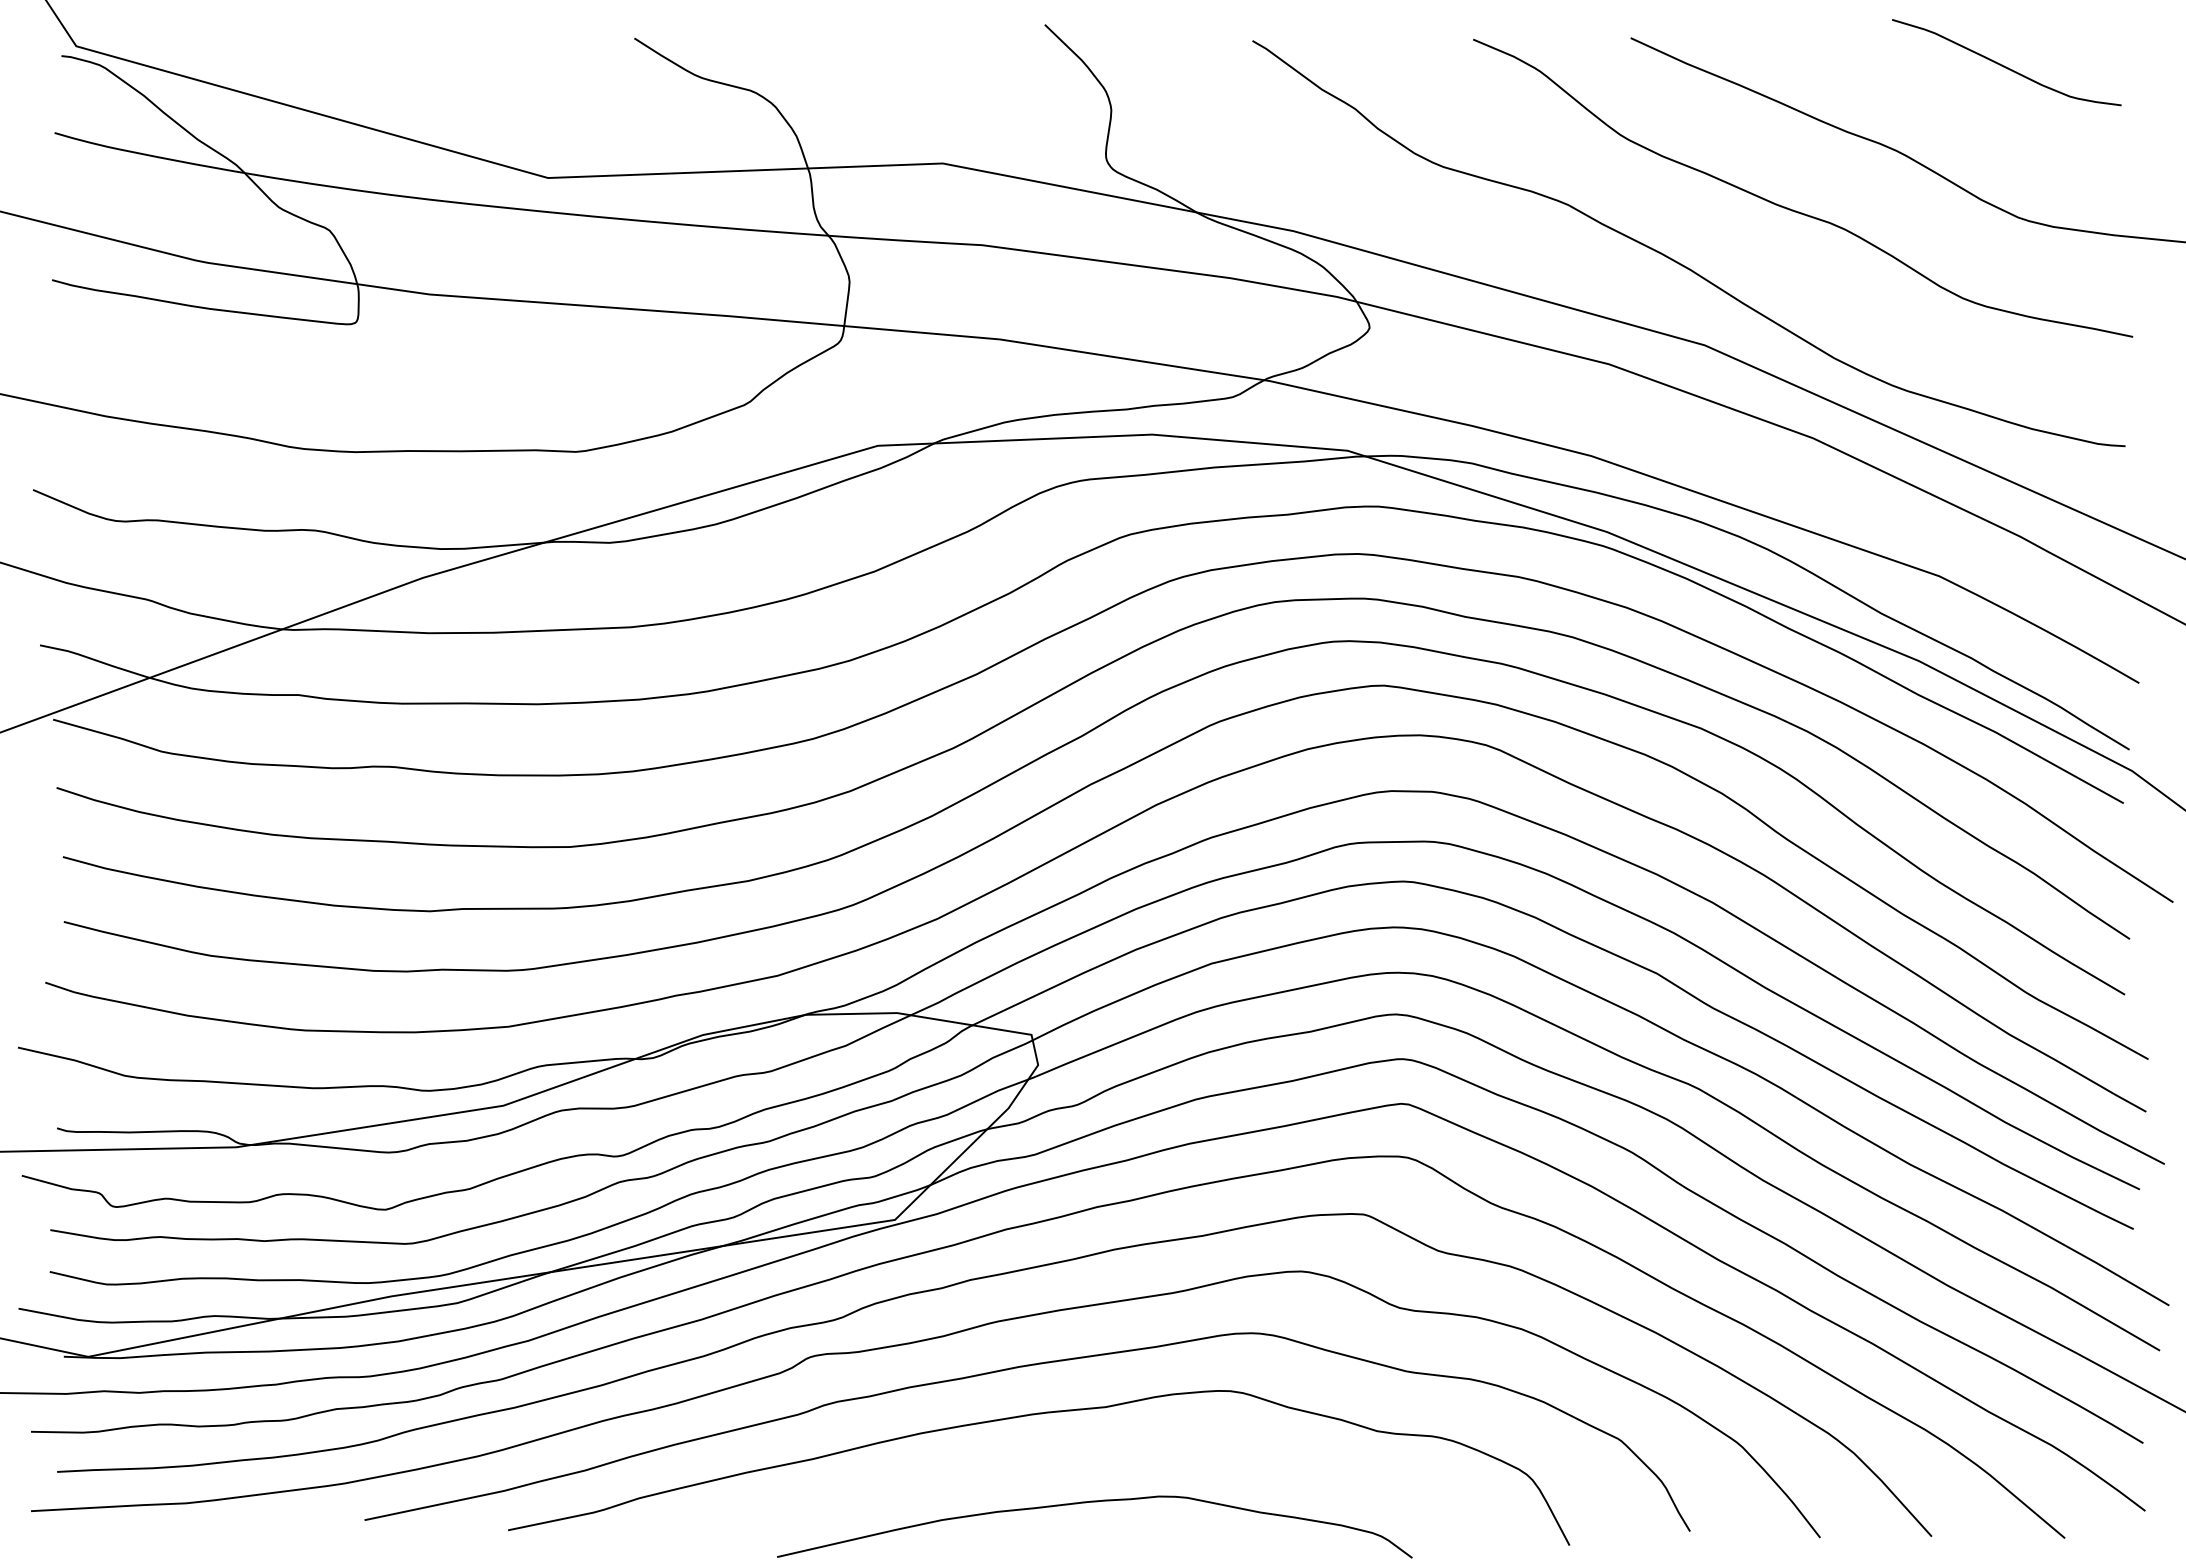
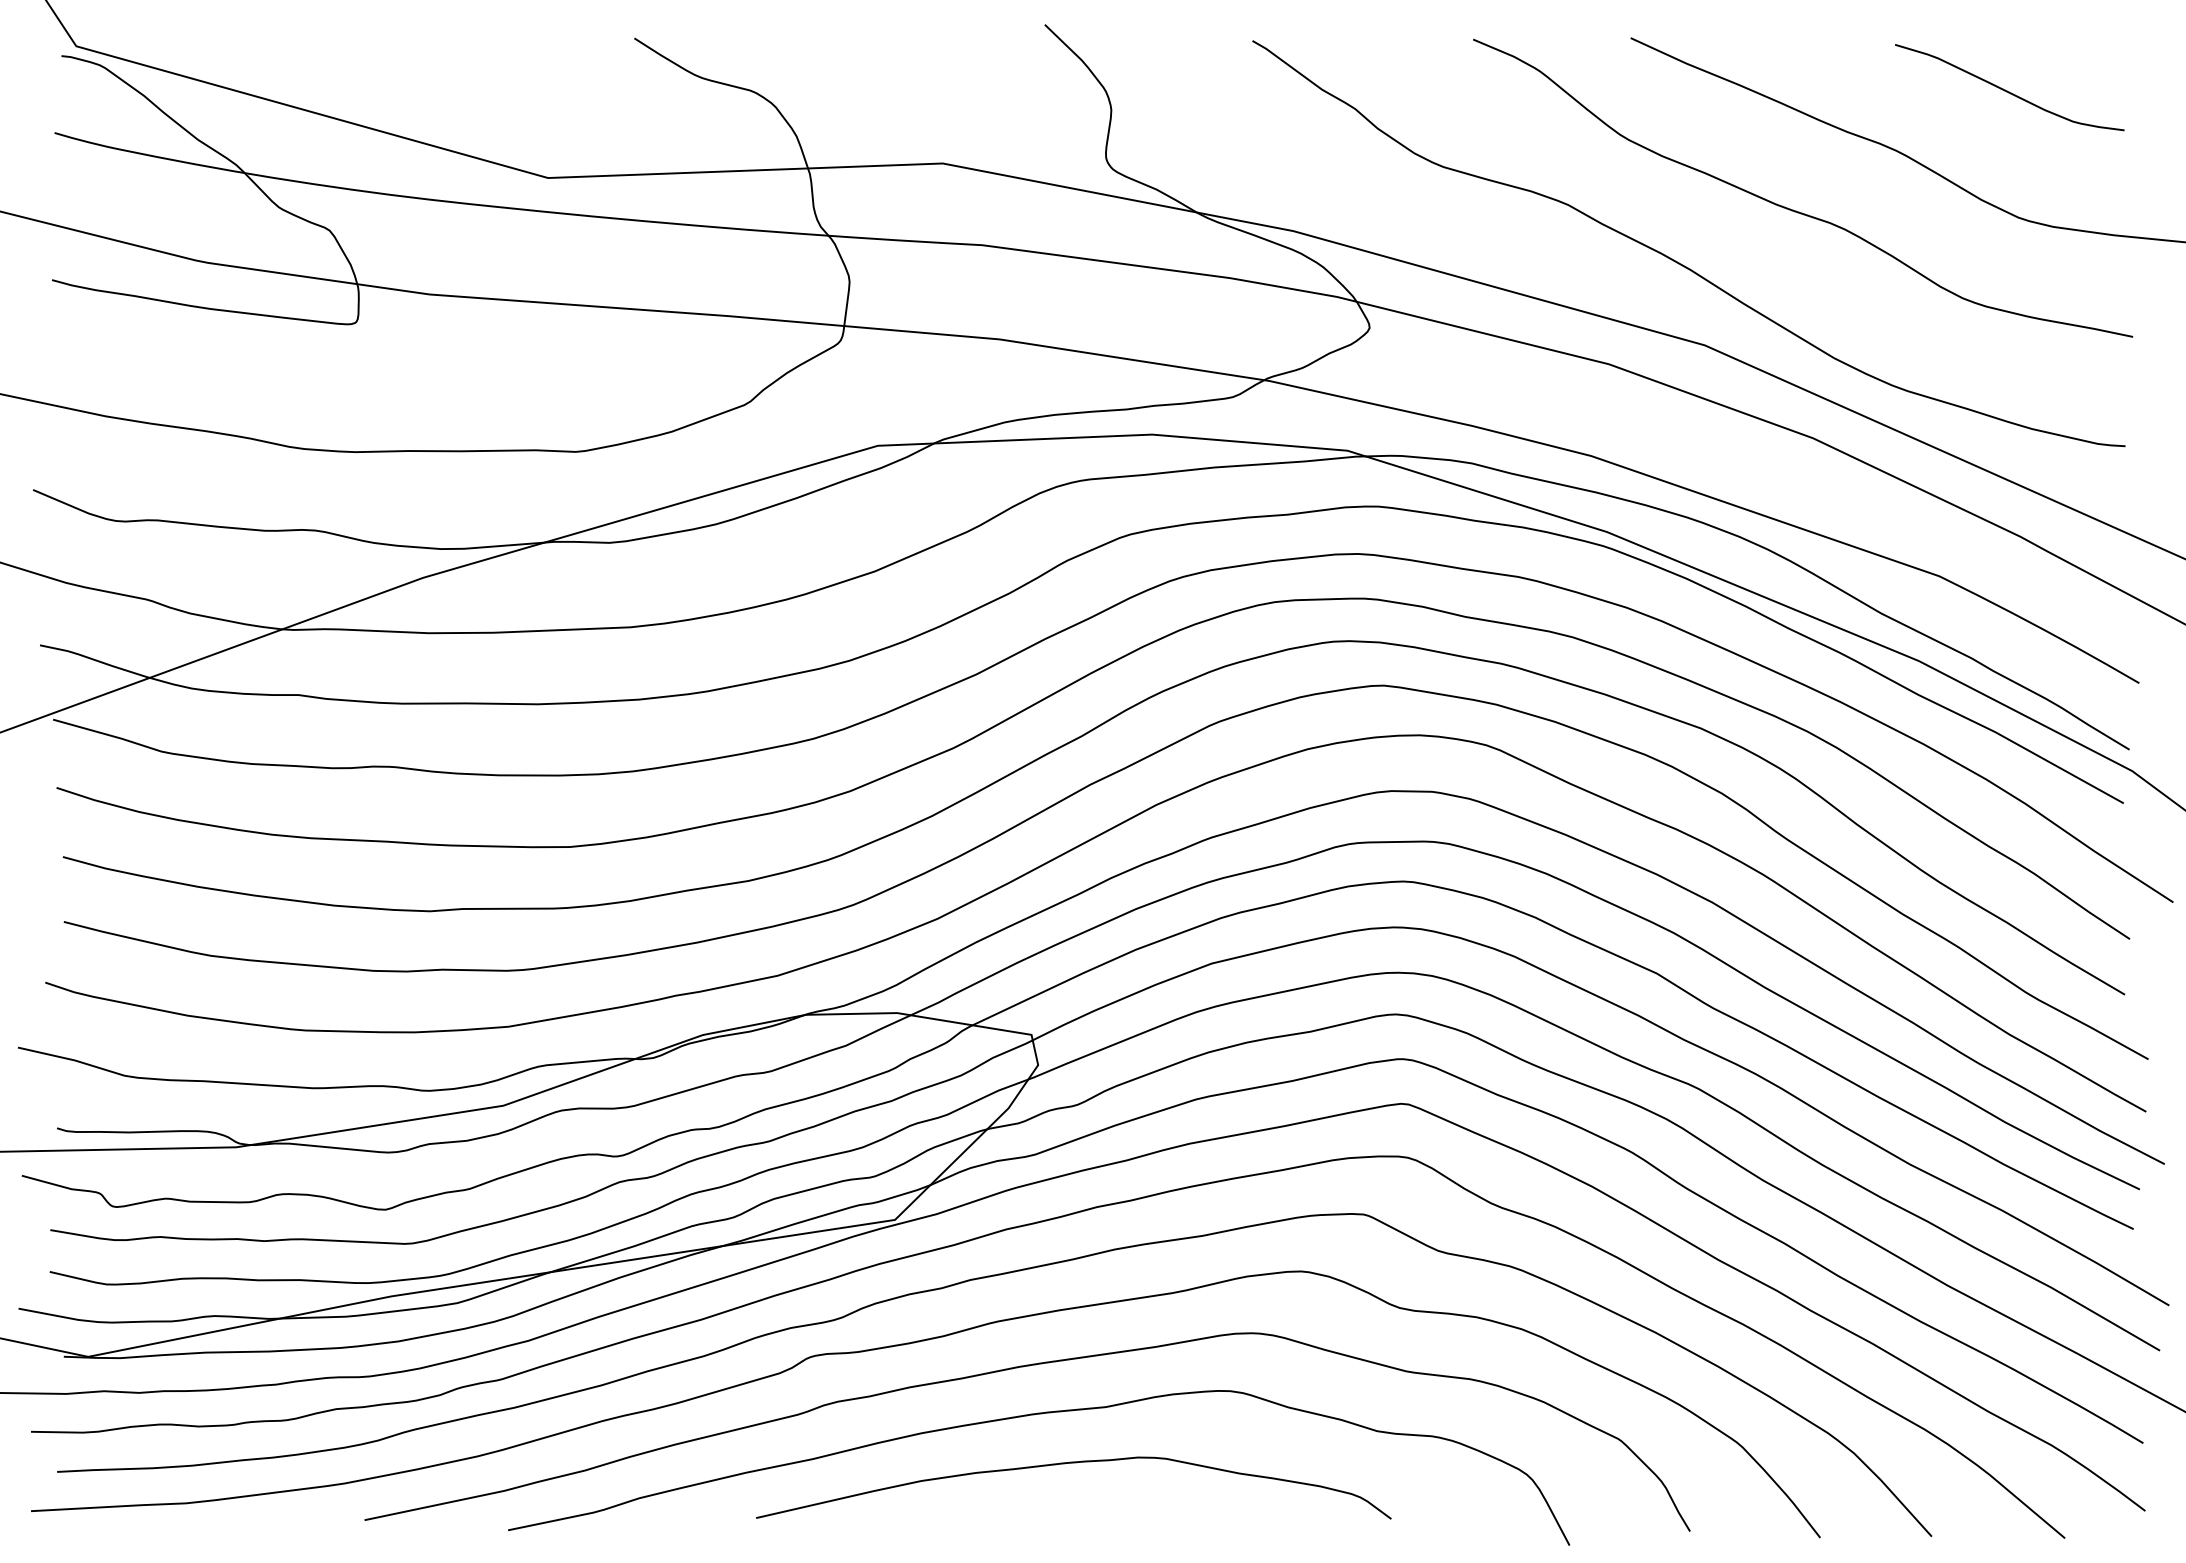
curve at (2004, 65) position: (2004, 65) -> (2007, 90)
curve at (1094, 1502) position: (1094, 1502) -> (1073, 1463)
